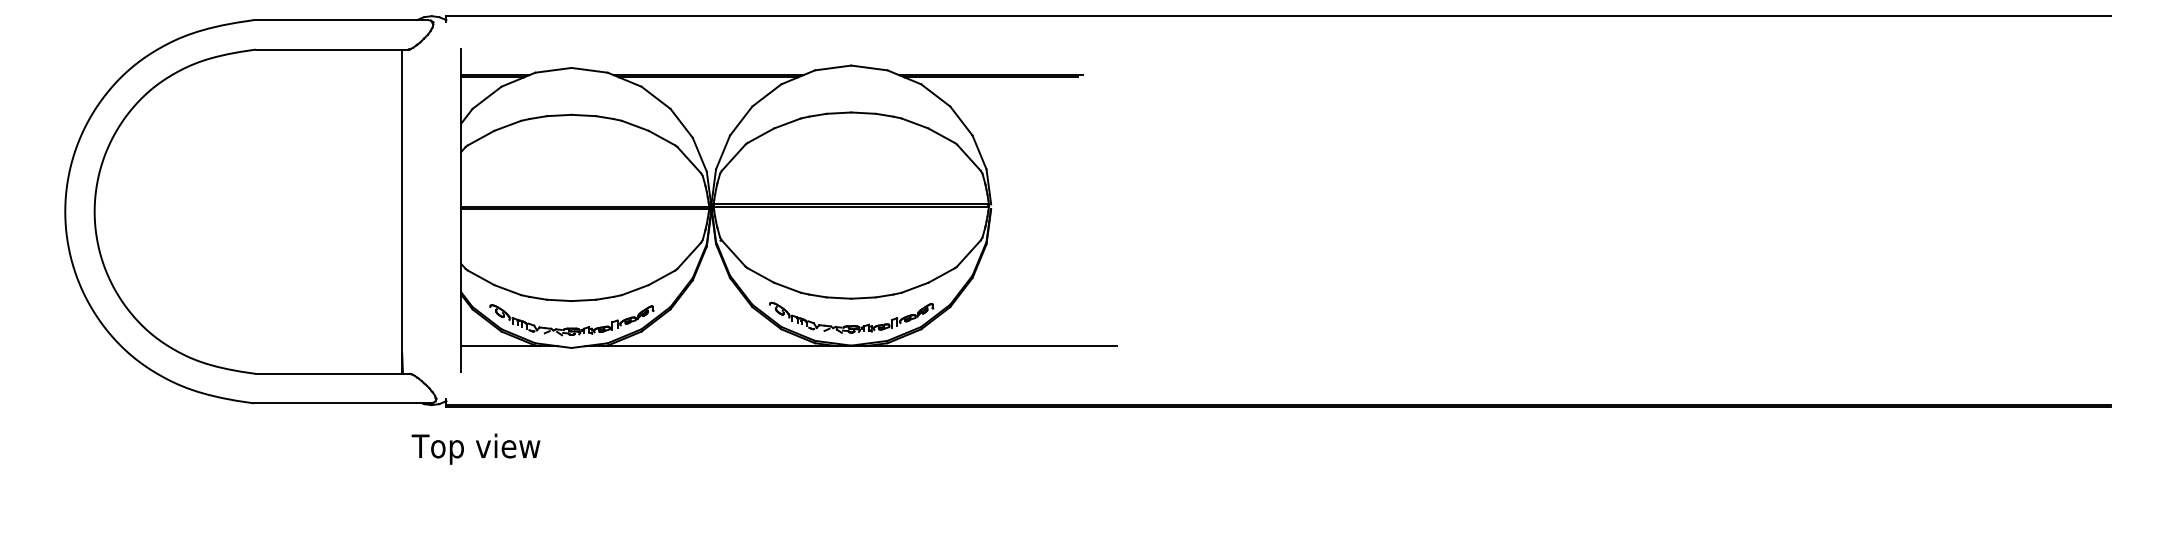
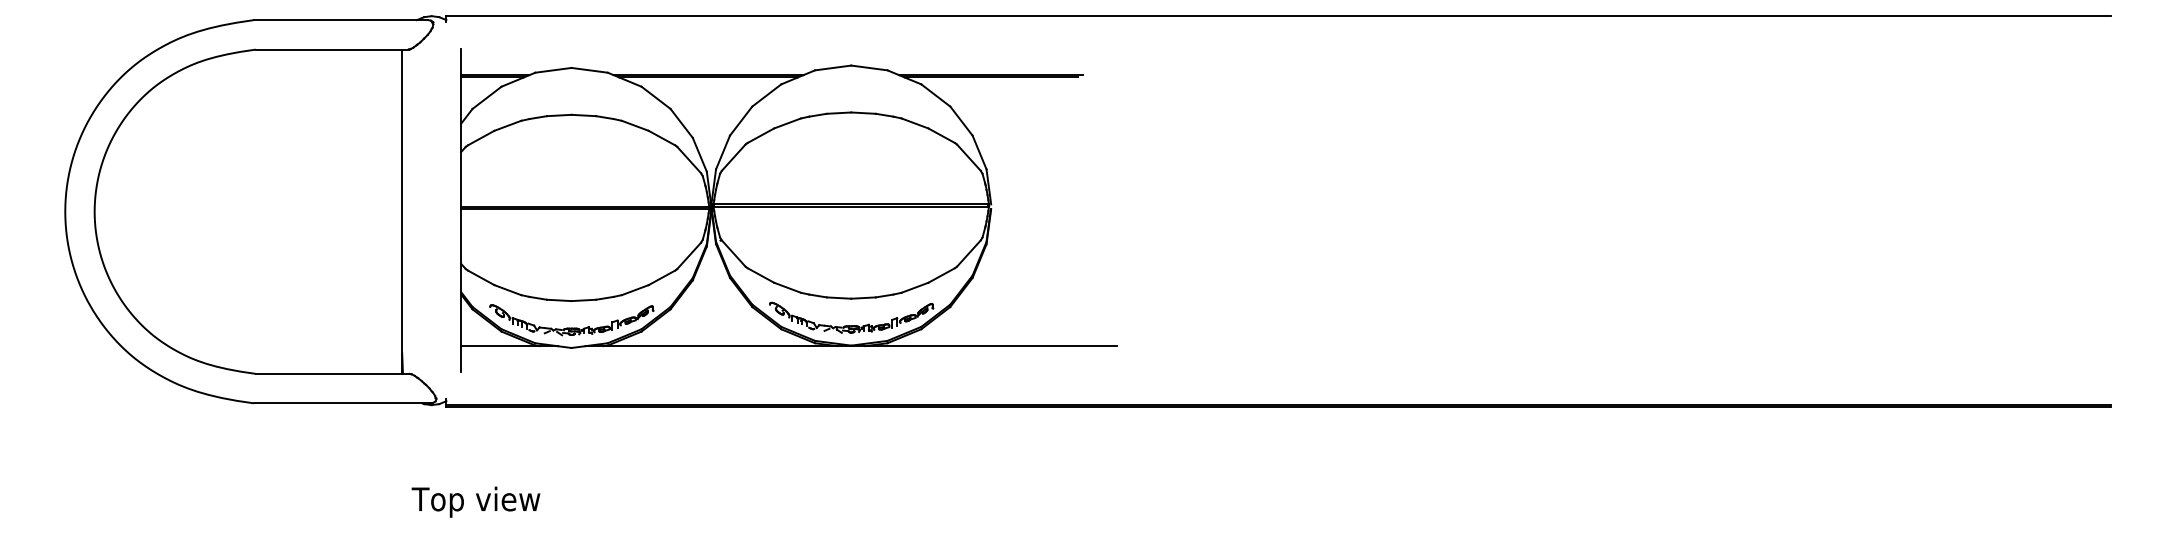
text at (475, 448) position: (475, 448) -> (475, 501)
